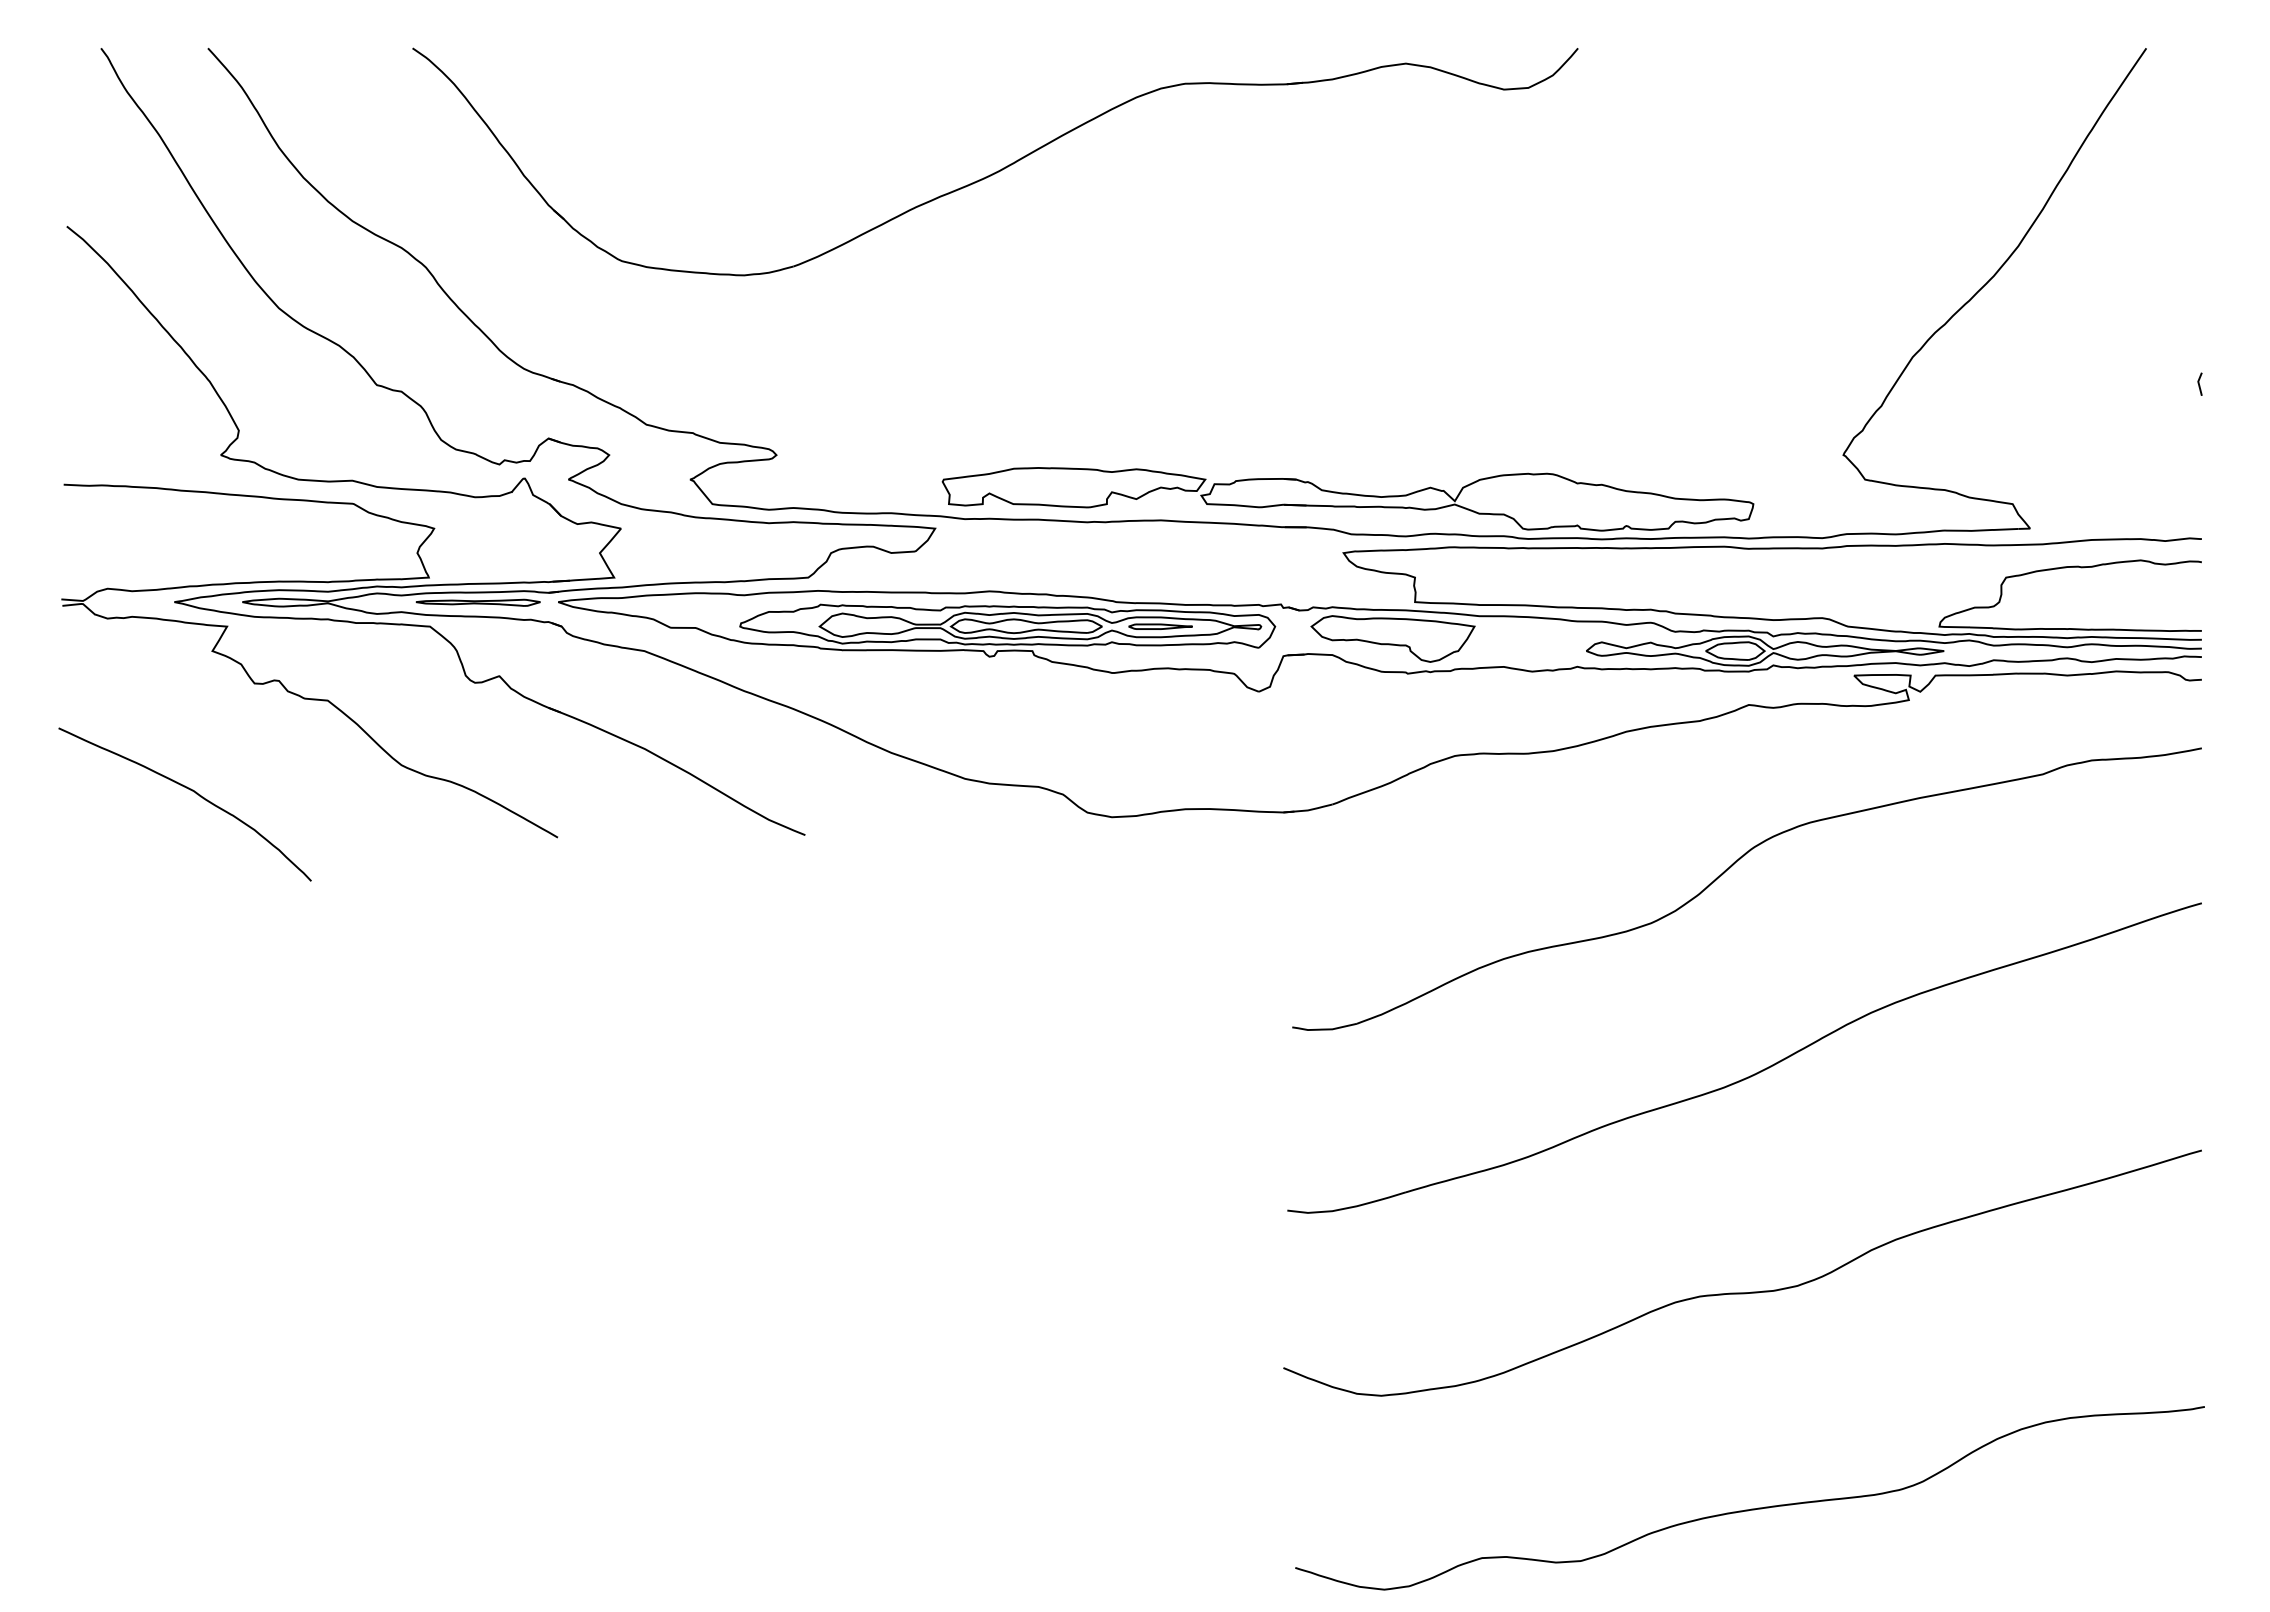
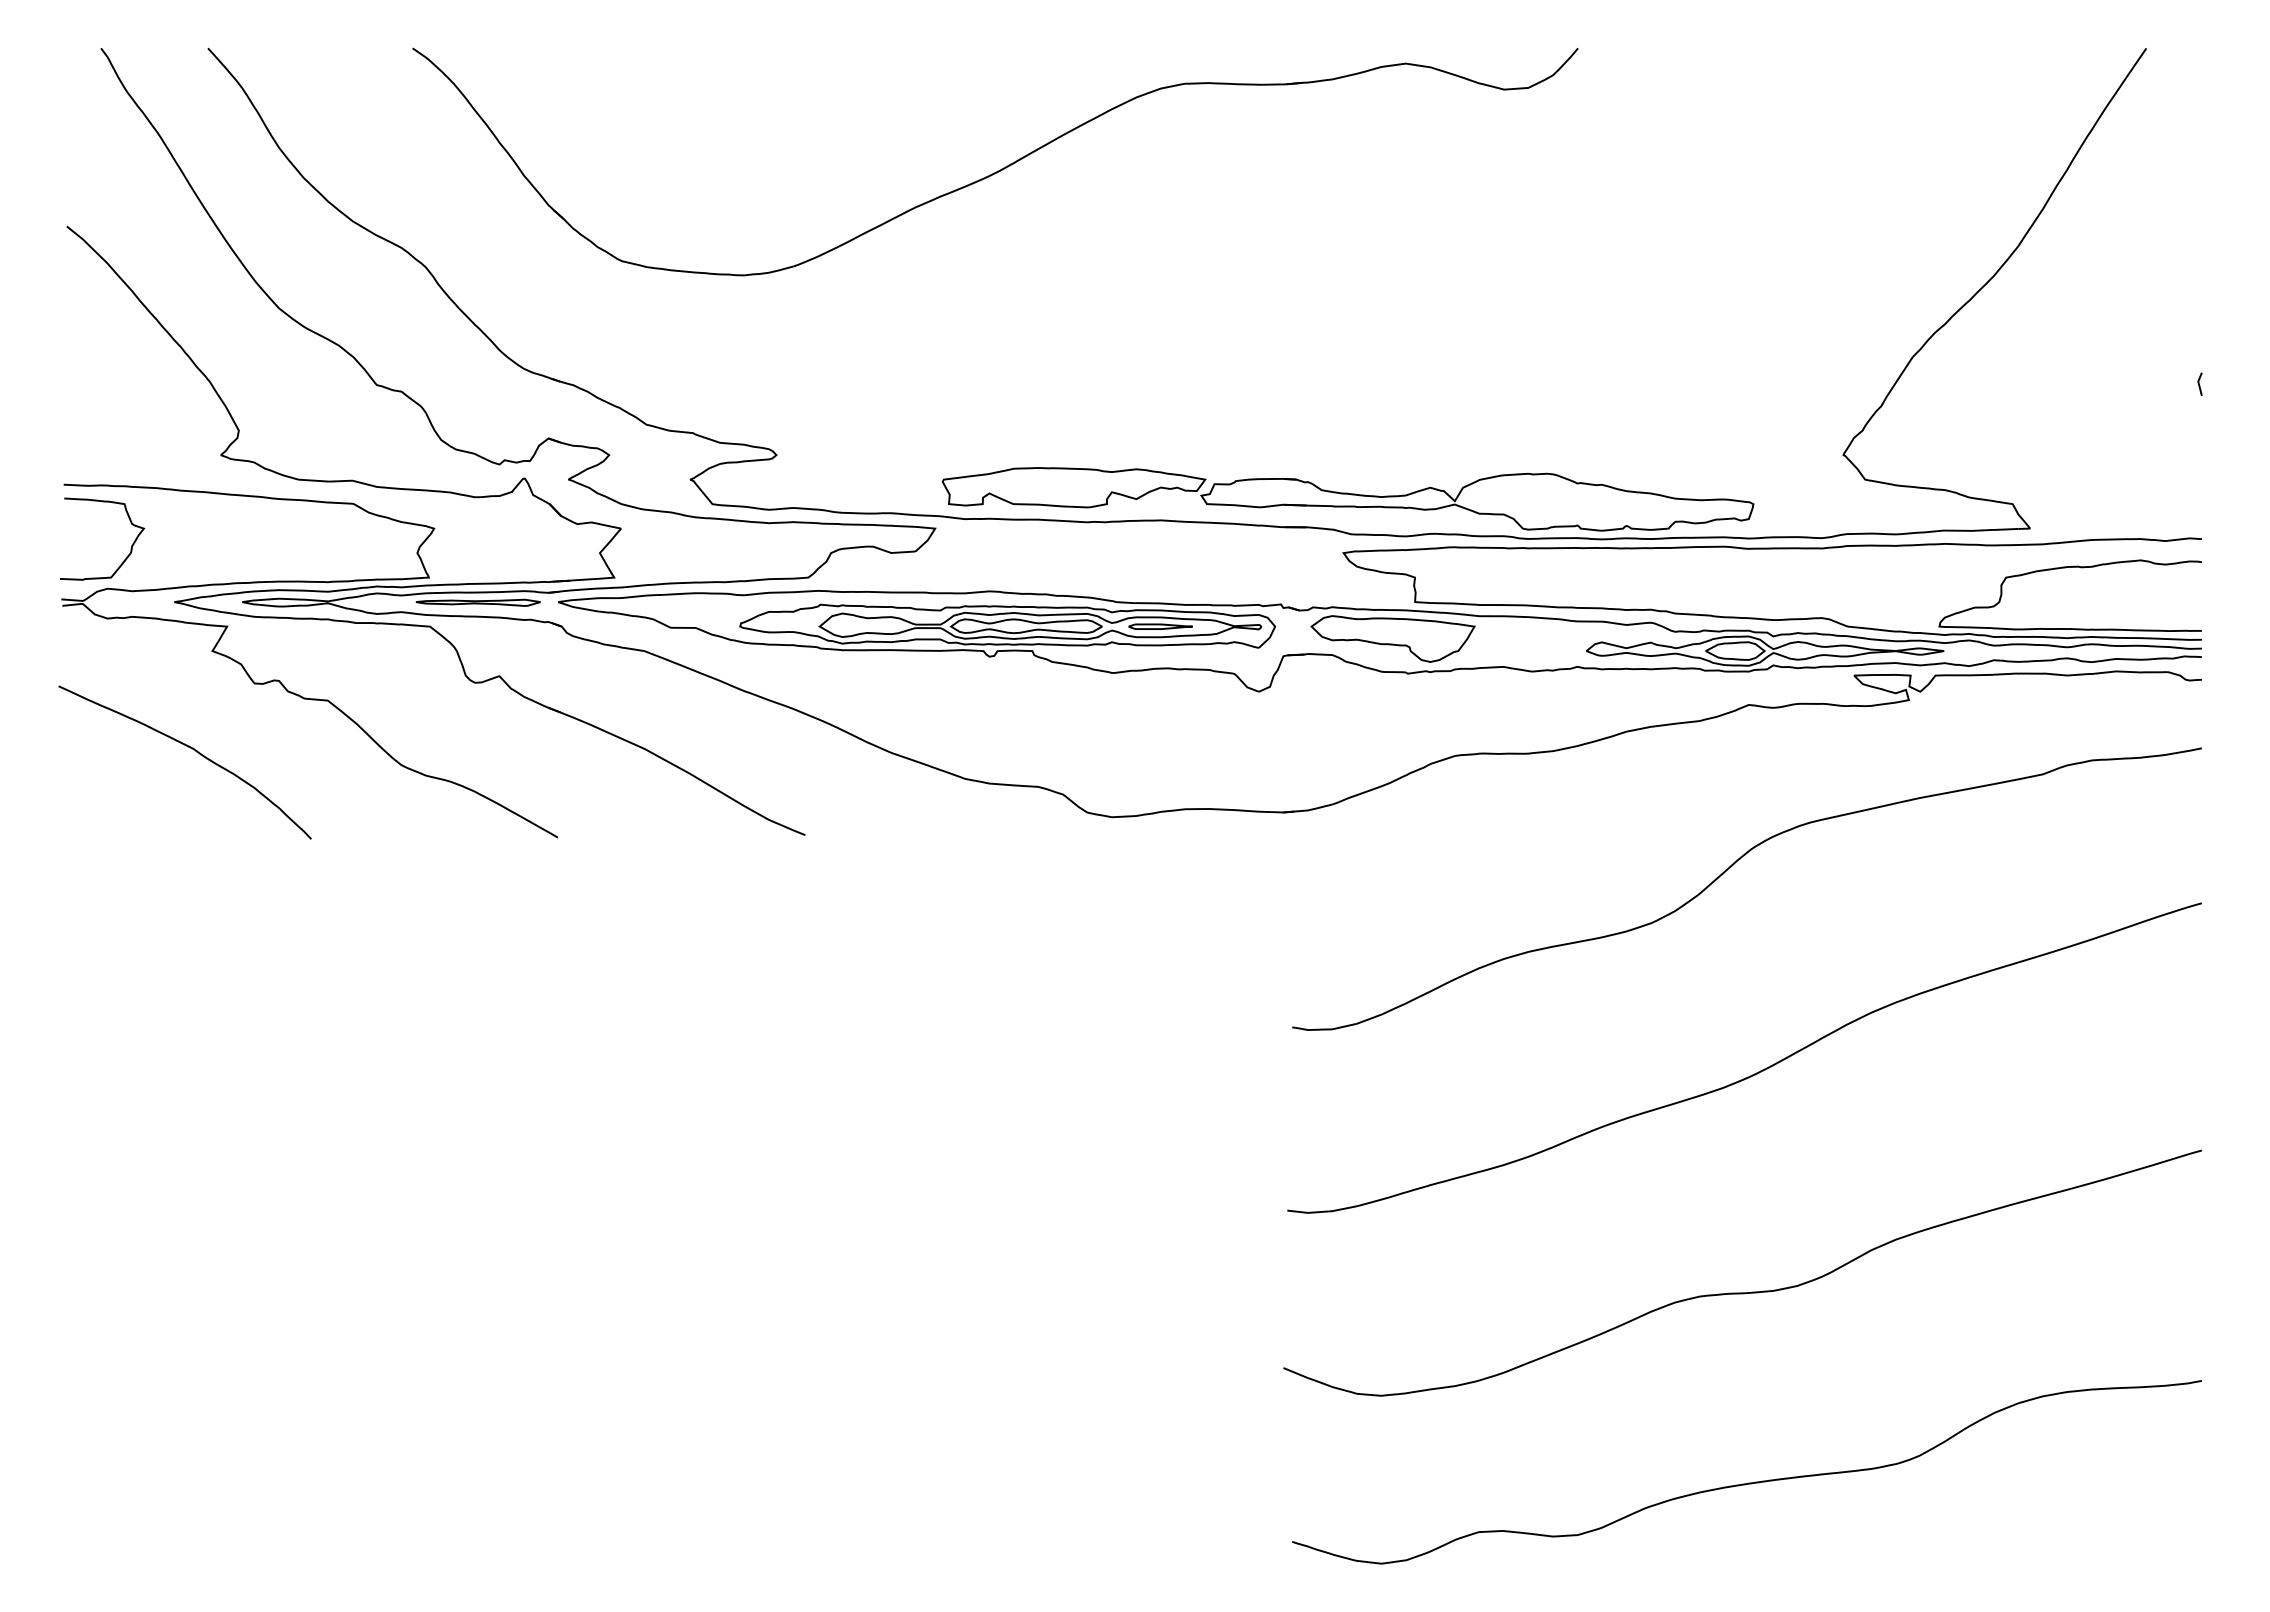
curve at (130, 548): none -> present
curve at (190, 790) position: (190, 790) -> (190, 748)
curve at (1751, 1508) position: (1751, 1508) -> (1748, 1482)
